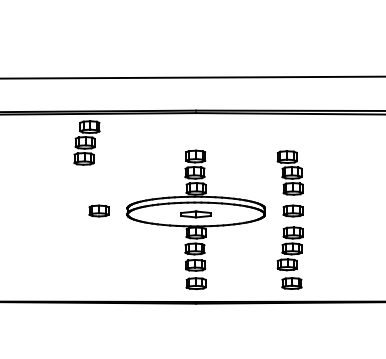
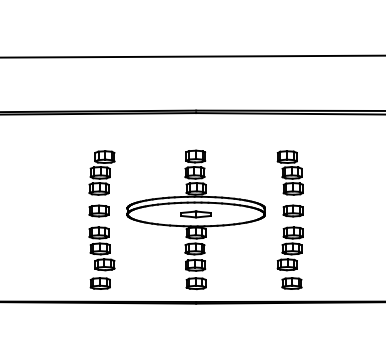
line at (192, 77) position: (192, 77) -> (192, 56)
part at (86, 142) position: (86, 142) -> (101, 172)
part at (101, 257): none -> present
